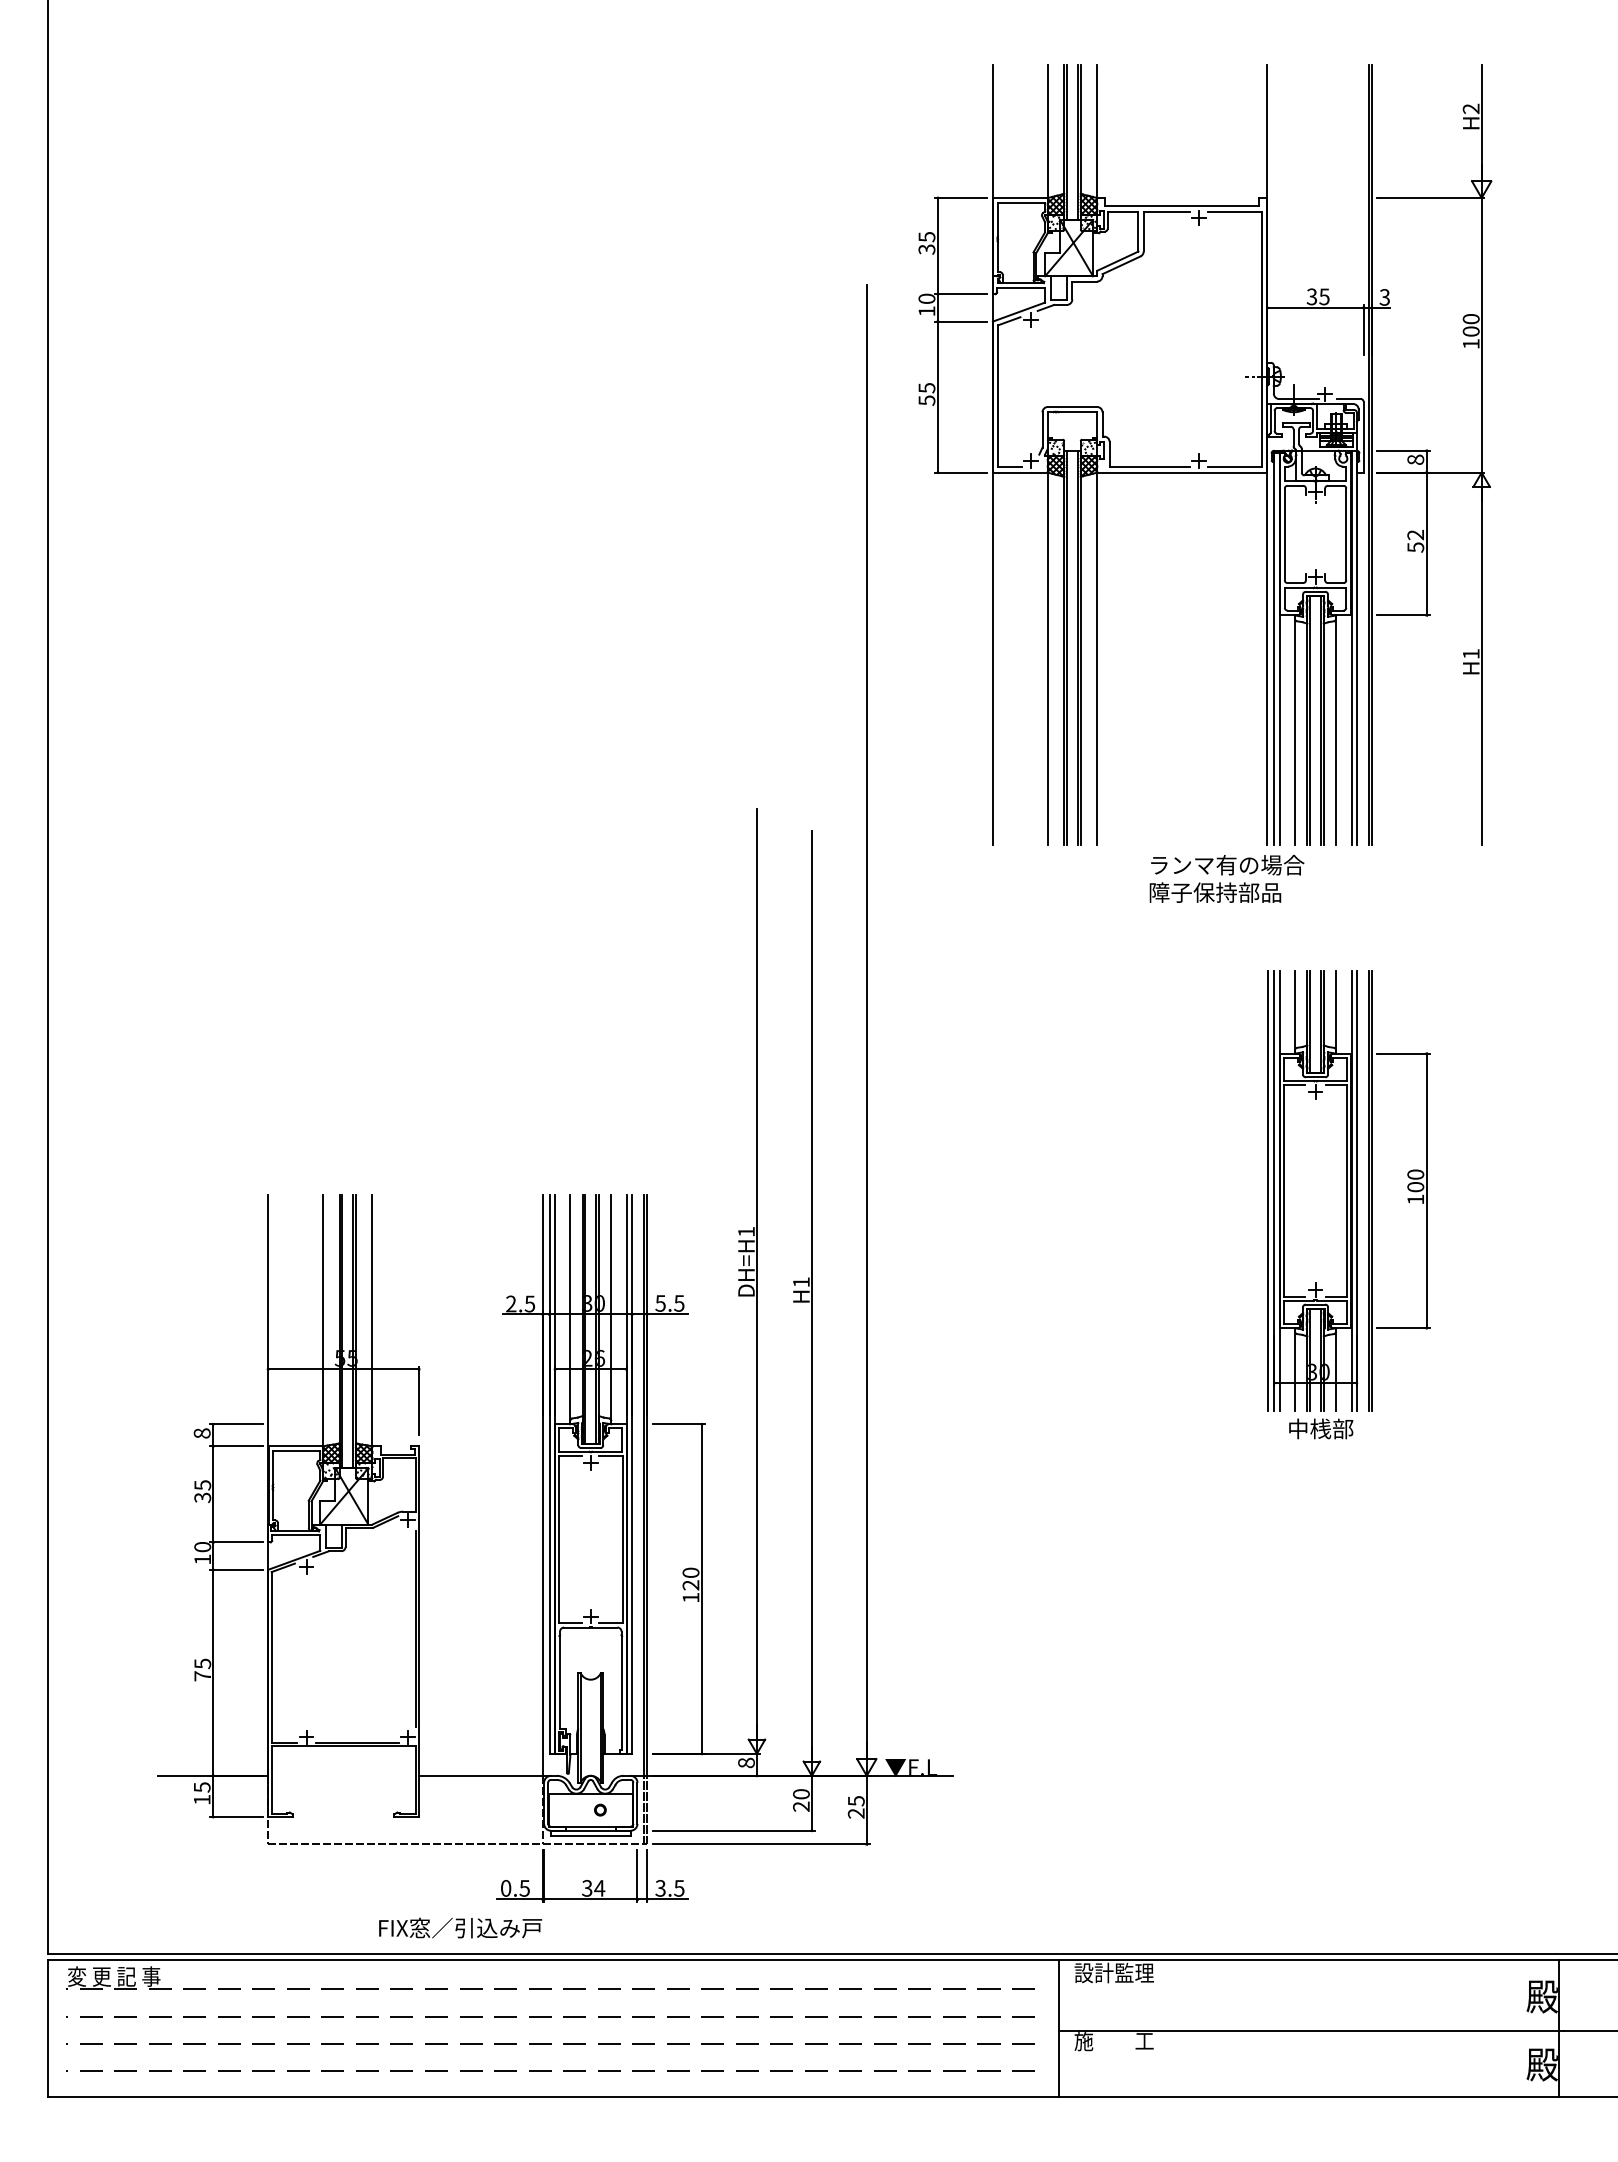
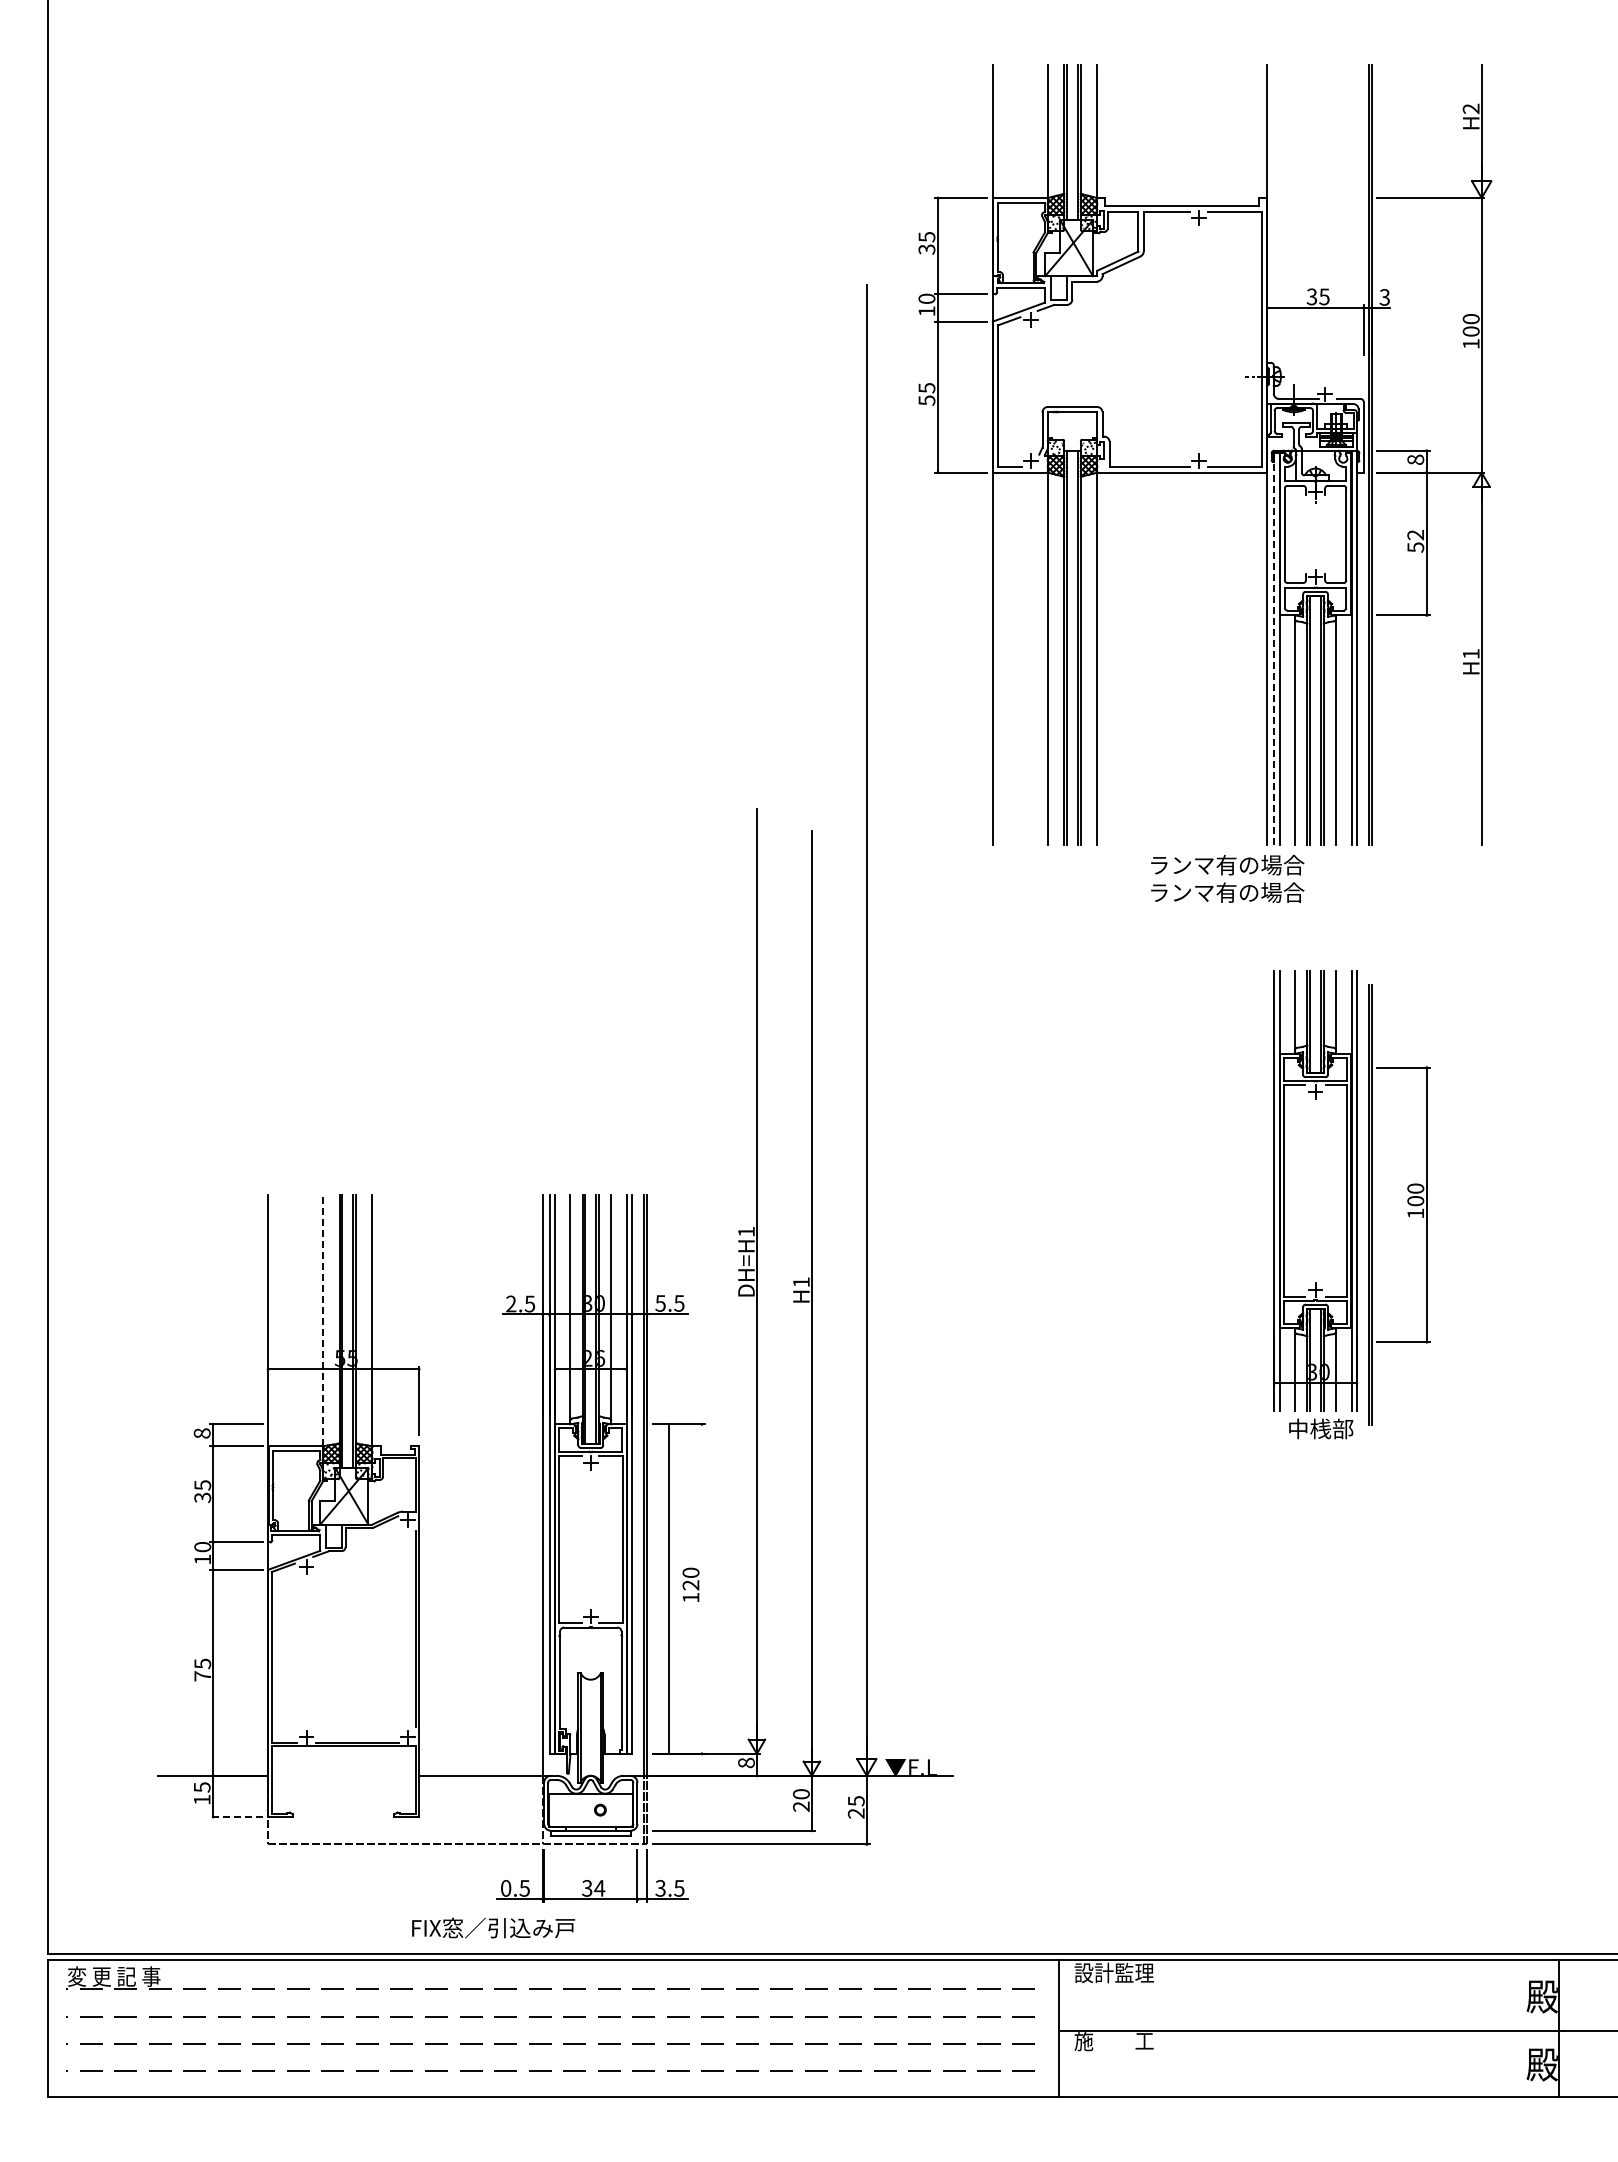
line at (1274, 648): solid -> dashed
text at (1226, 892): 障子保持部品 -> ランマ有の場合
part at (1407, 1188) position: (1407, 1188) -> (1407, 1202)
line at (1267, 1190): present -> none
line at (323, 1320): solid -> dashed
line at (702, 1588) position: (702, 1588) -> (669, 1588)
line at (236, 1817): solid -> dashed
text at (460, 1927) position: (460, 1927) -> (493, 1927)
